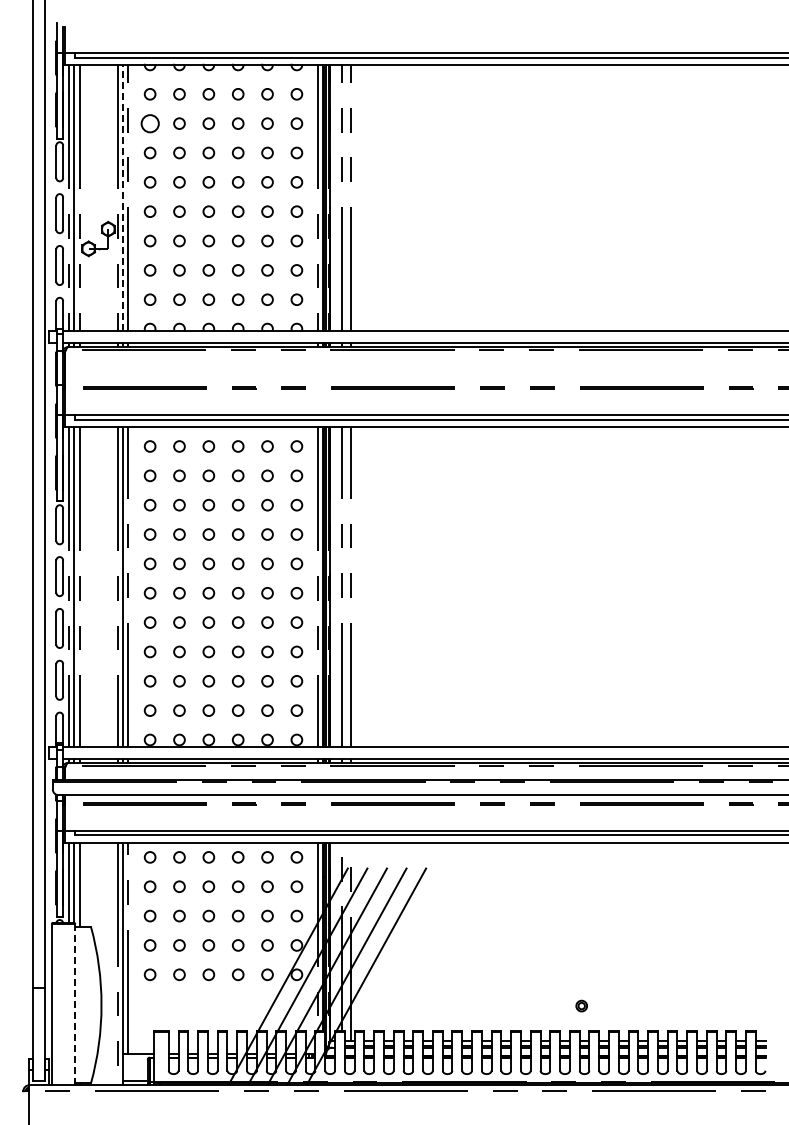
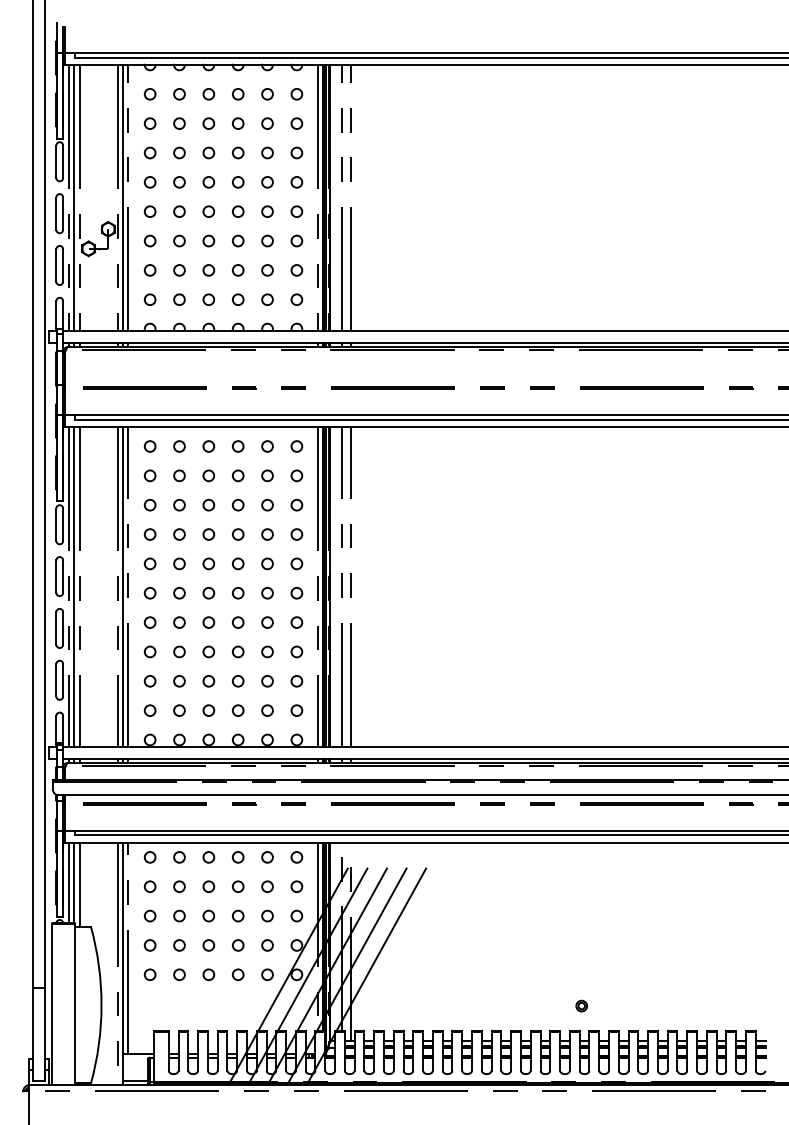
circle at (149, 123) size: 20x20 px -> 14x13 px
line at (122, 197): dashed -> solid
line at (75, 1004): dashed -> solid
